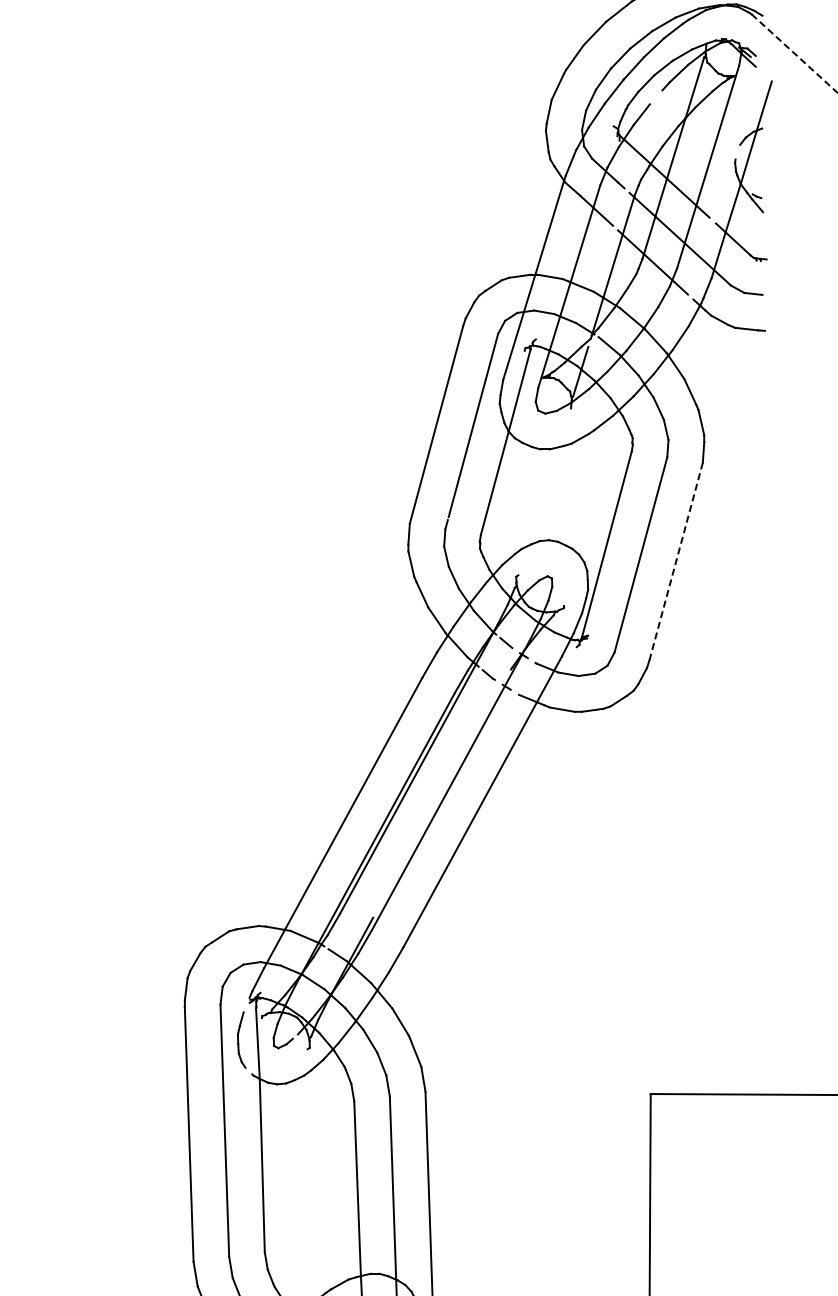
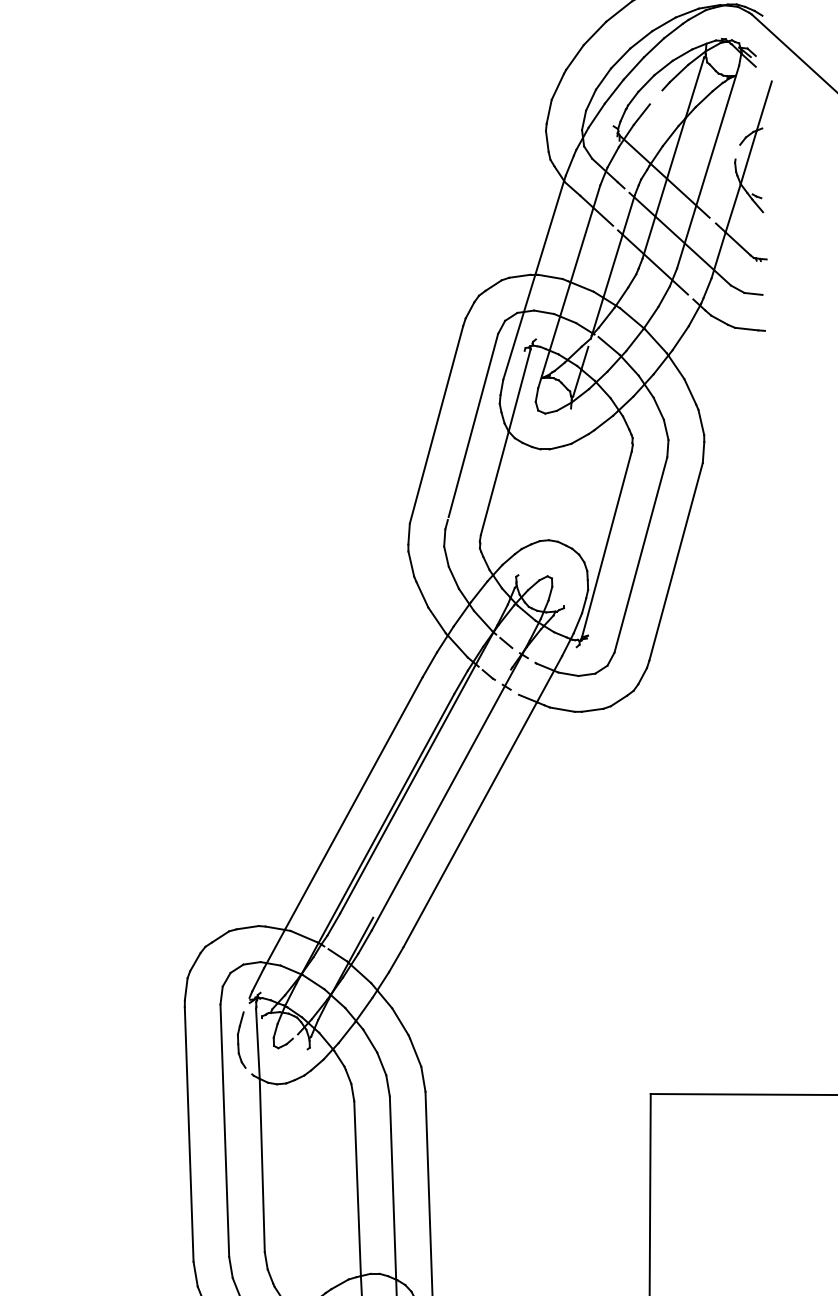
line at (795, 53): dashed -> solid
line at (676, 561): dashed -> solid
